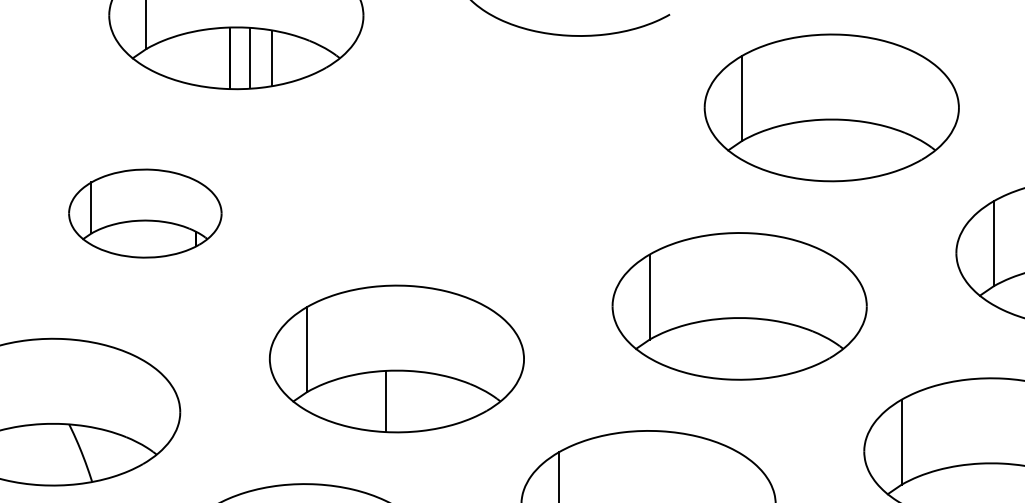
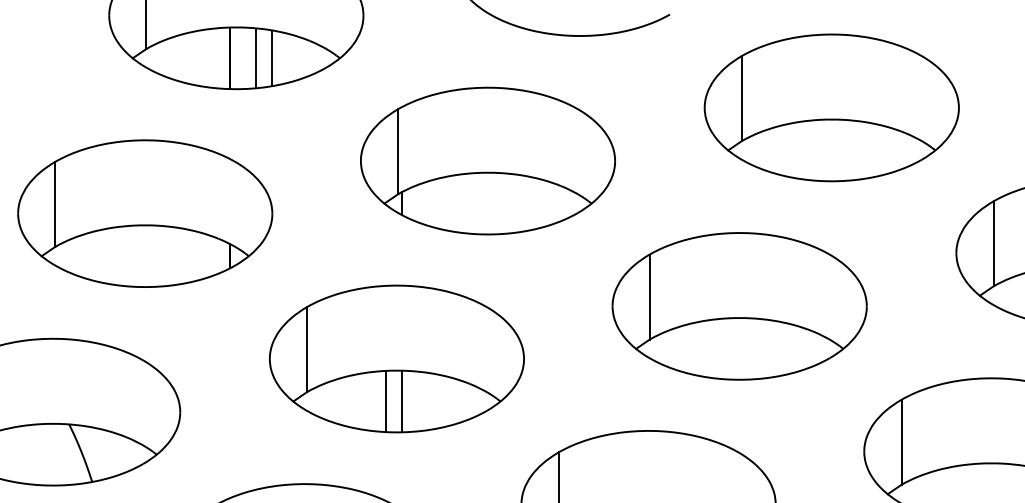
line at (250, 57) position: (250, 57) -> (256, 57)
part at (487, 160): none -> present
part at (145, 213) size: 155x91 px -> 257x149 px
line at (401, 401): none -> present
